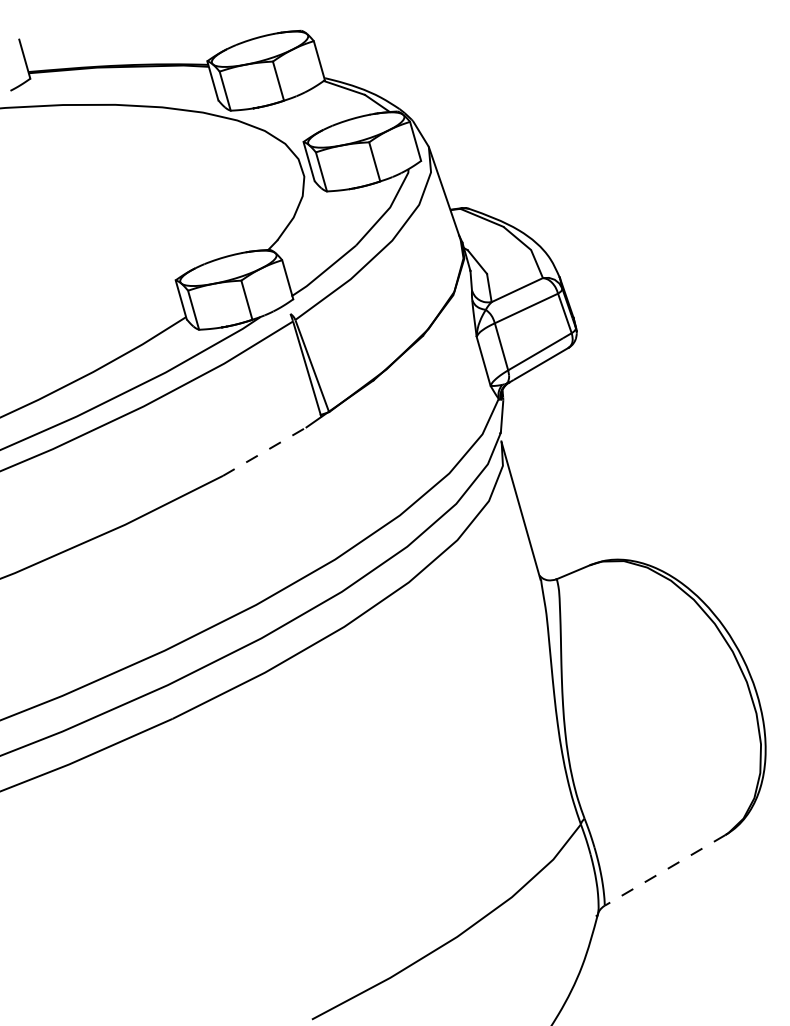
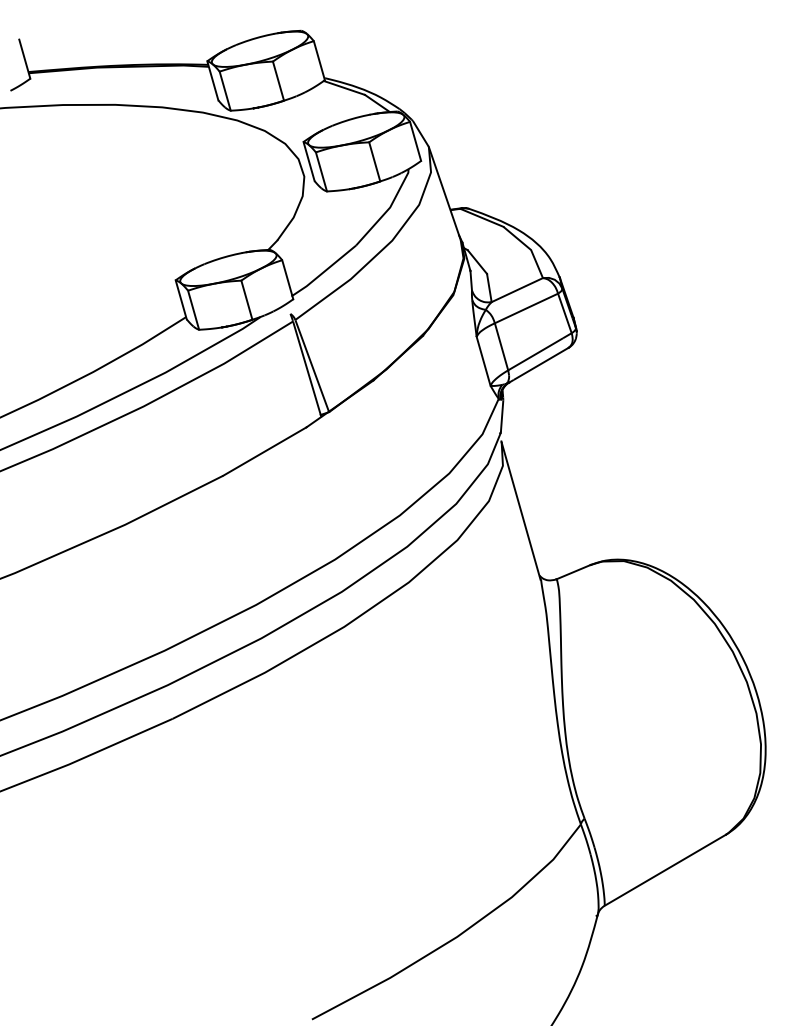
line at (265, 451): dashed -> solid
line at (665, 870): dashed -> solid
